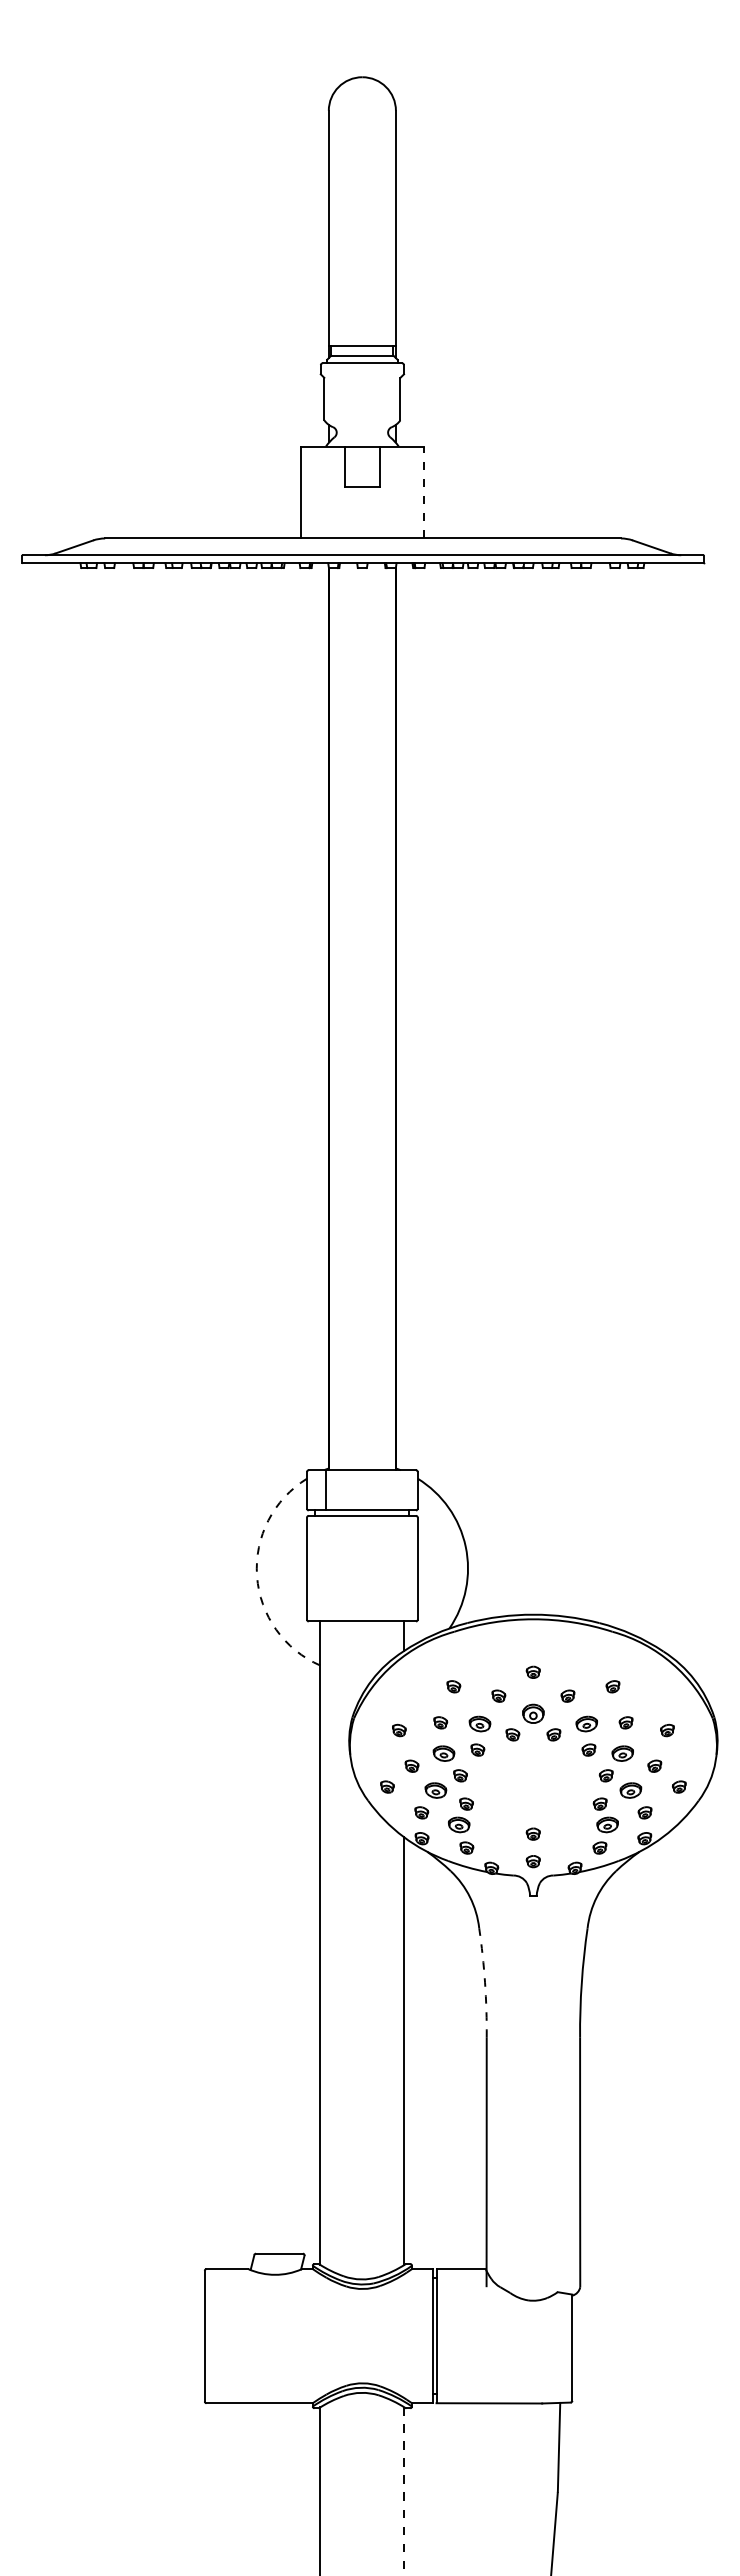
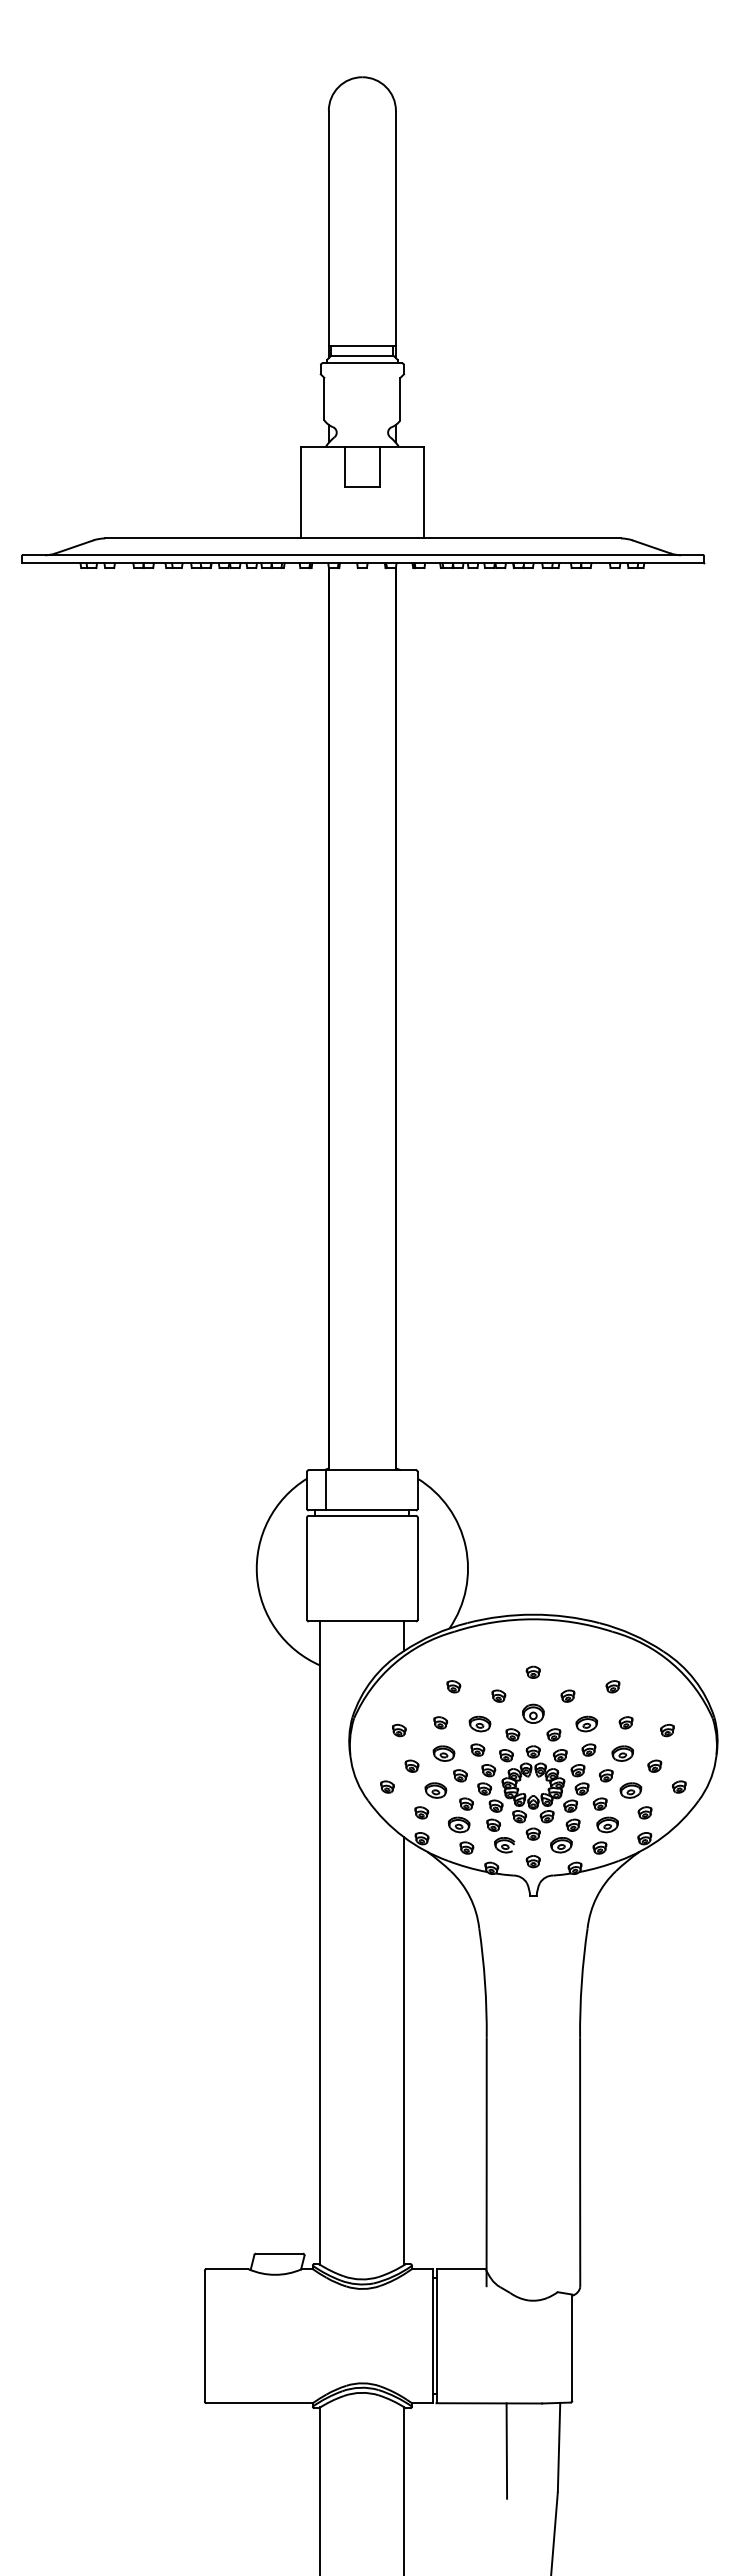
line at (423, 492): dashed -> solid
arc at (257, 1576): dashed -> solid
part at (533, 1799): none -> present
arc at (485, 1982): dashed -> solid
line at (506, 2450): none -> present
line at (404, 2491): dashed -> solid
